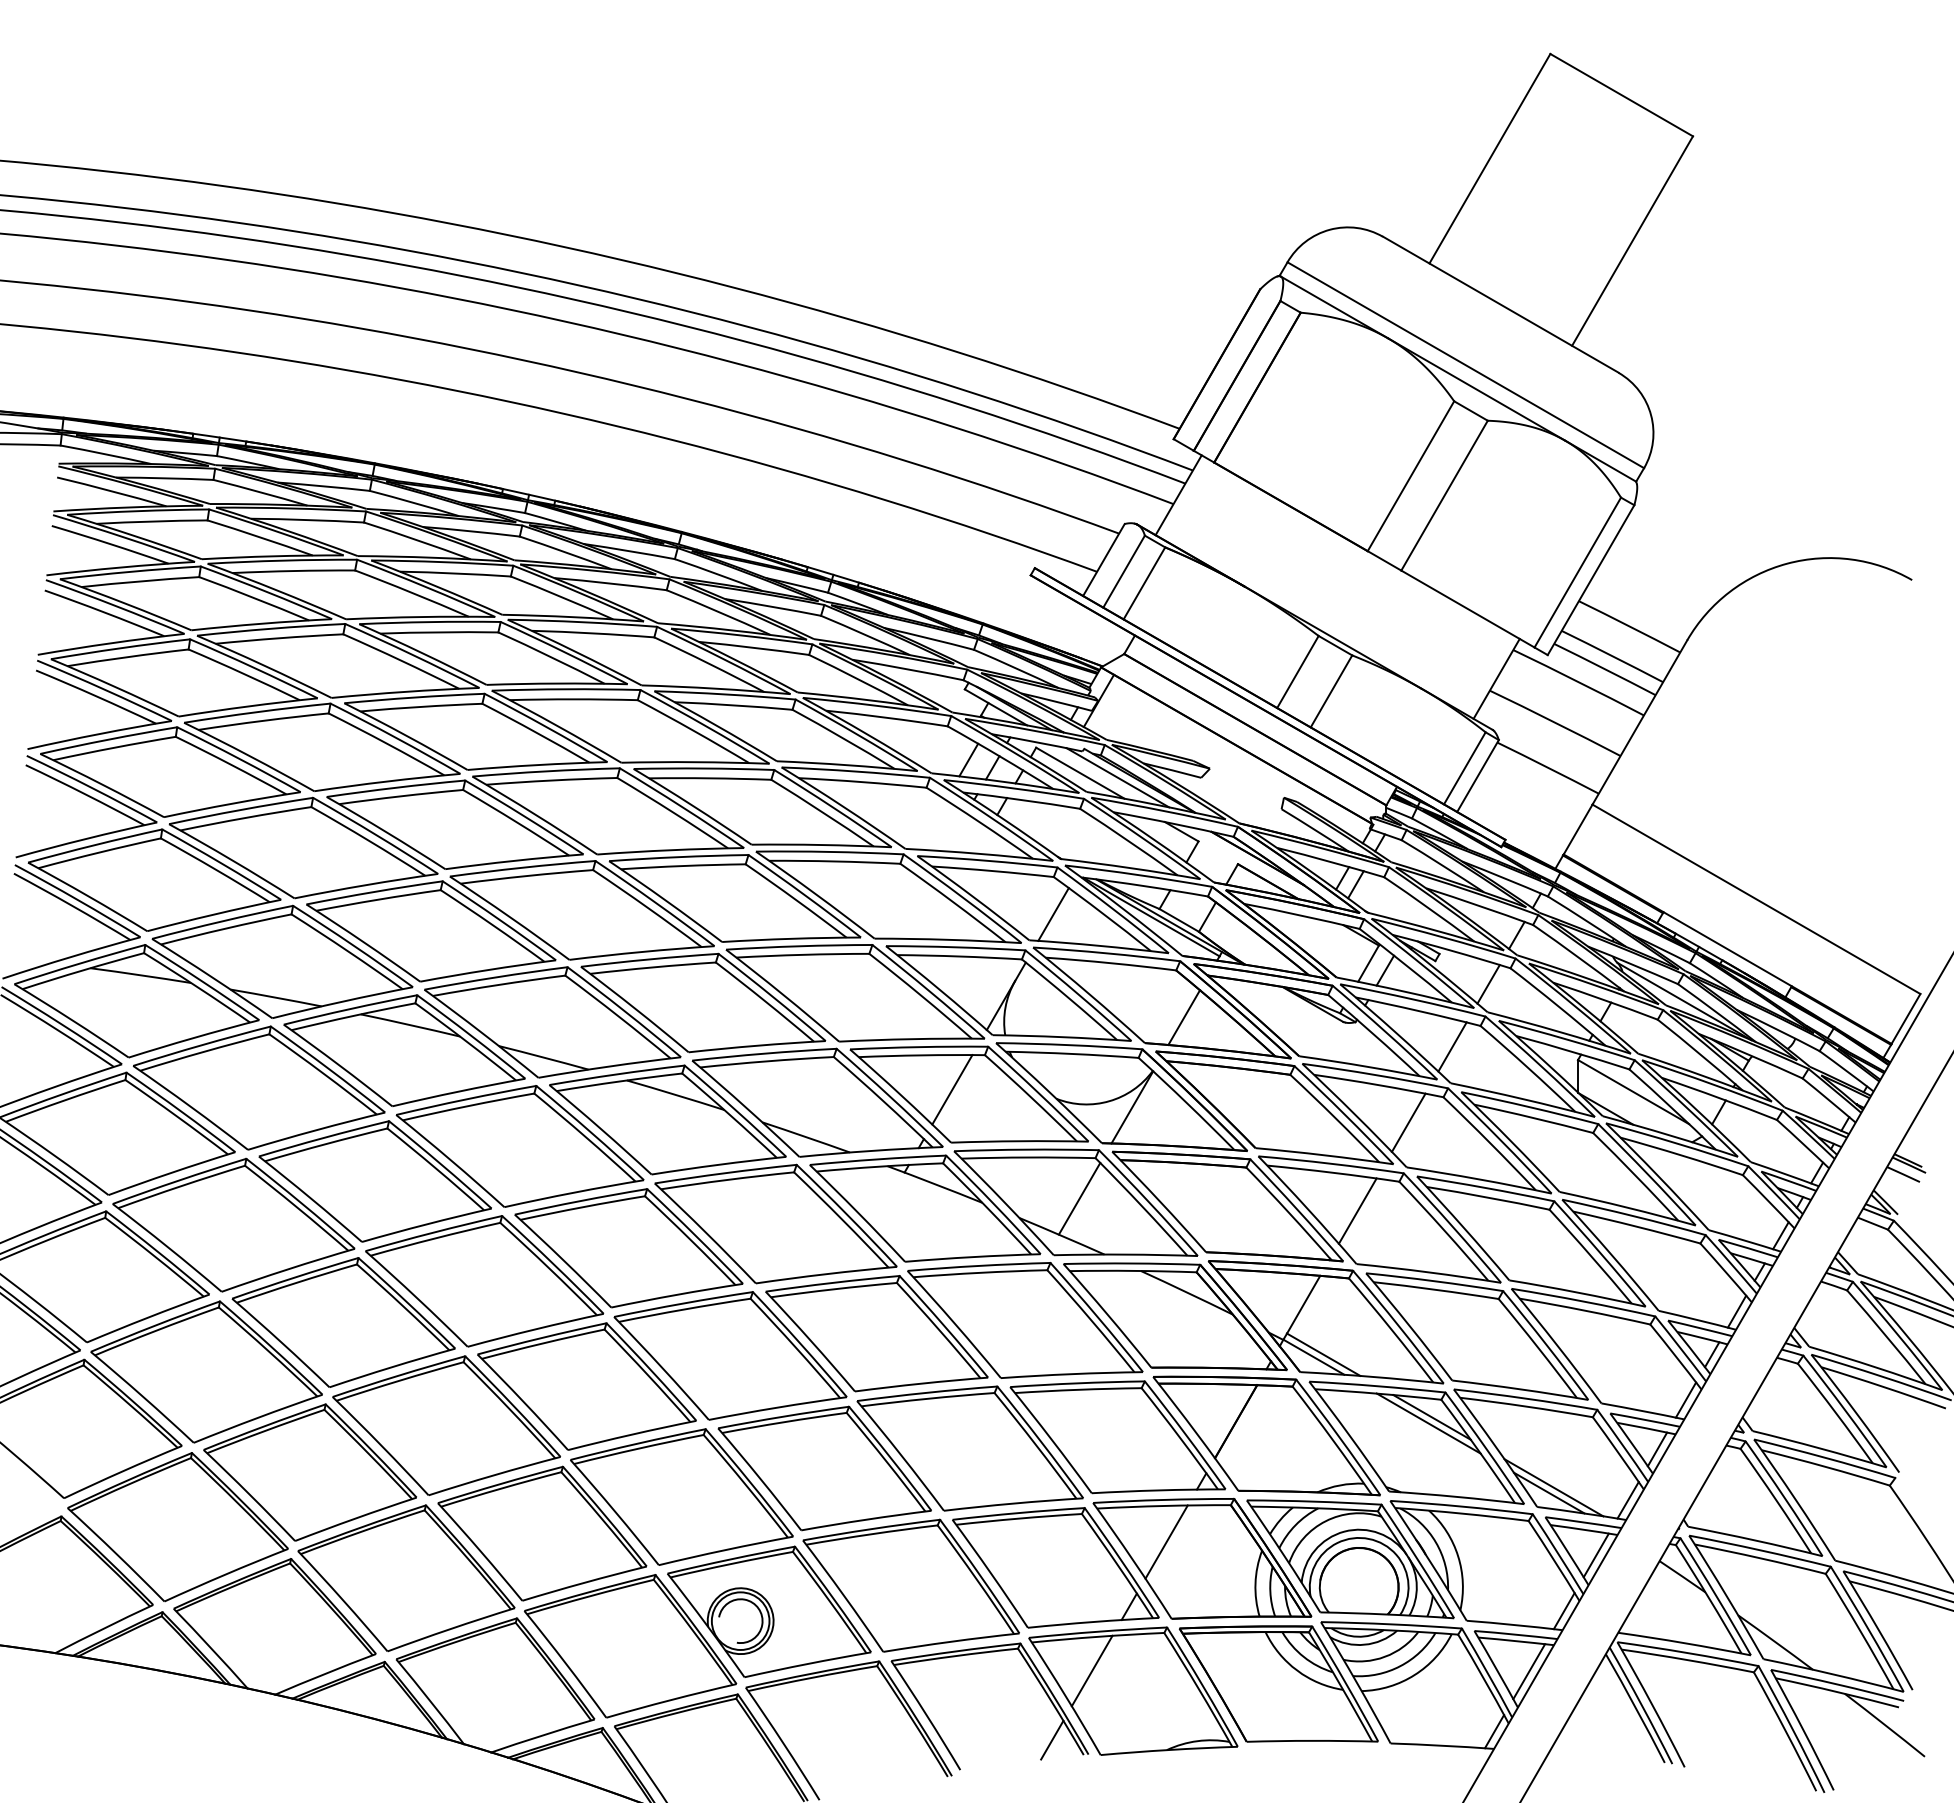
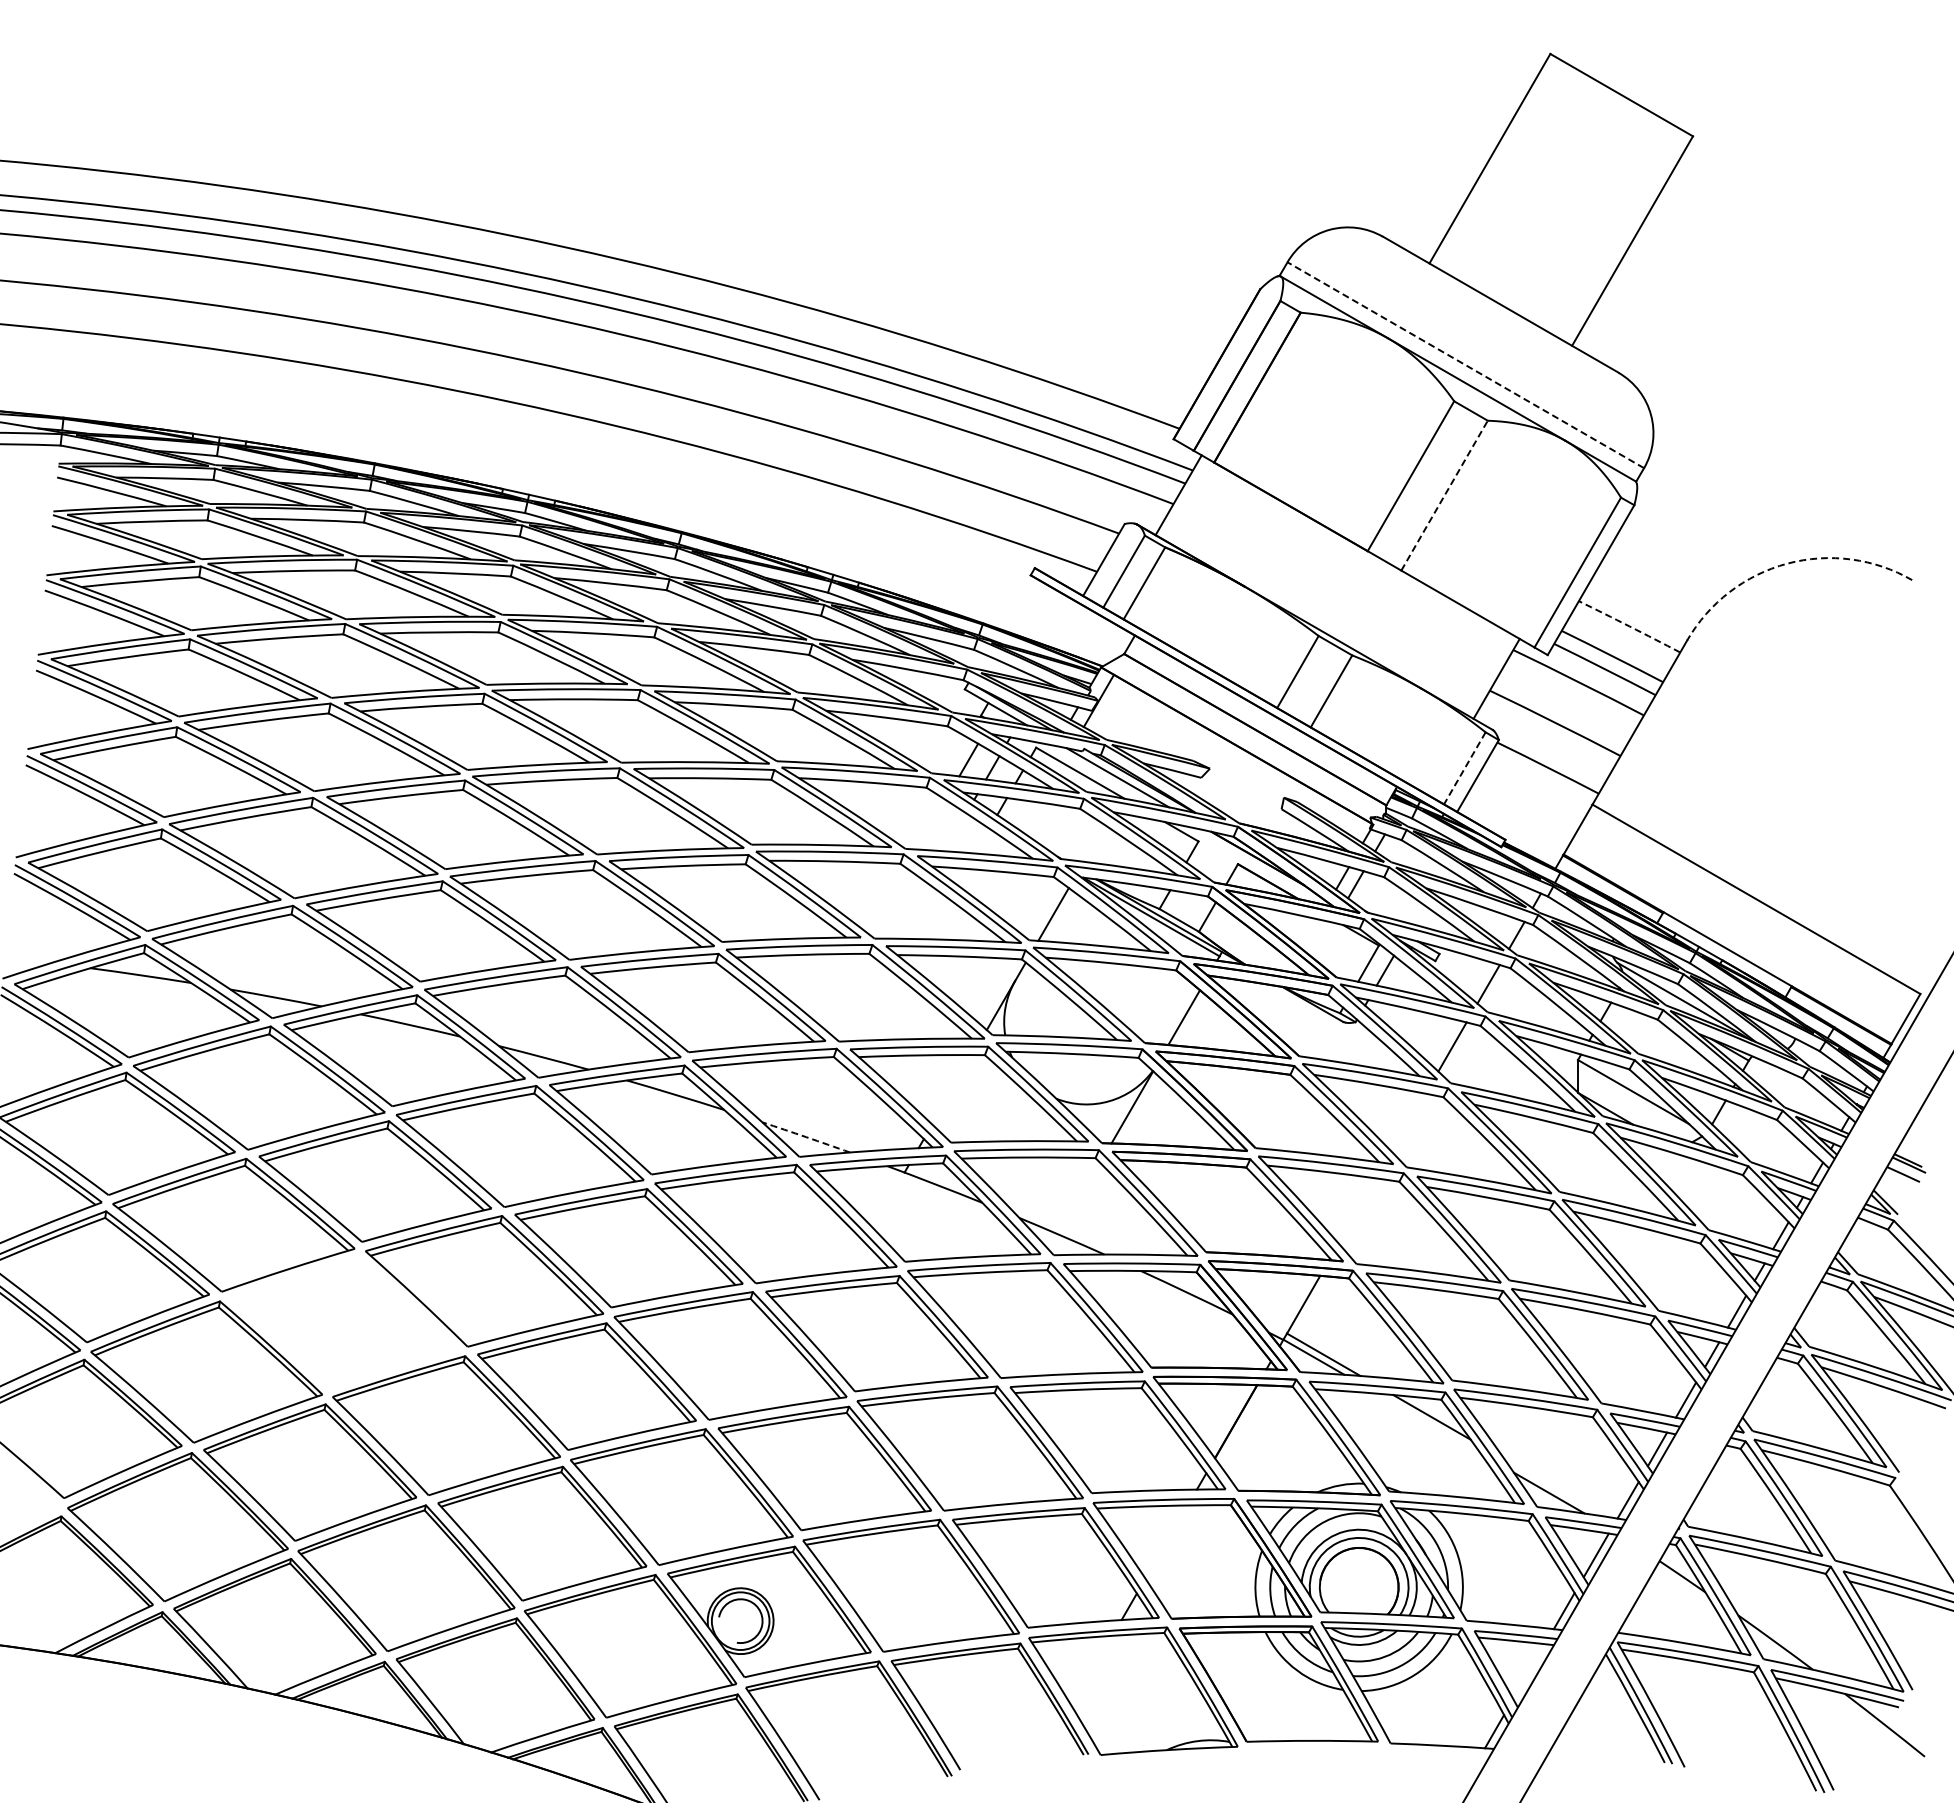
line at (1465, 365): solid -> dashed
line at (1444, 495): solid -> dashed
arc at (1787, 563): solid -> dashed
arc at (1629, 626): solid -> dashed
line at (1464, 768): solid -> dashed
line at (952, 1089): present -> none
line at (1408, 1122): present -> none
arc at (806, 1137): solid -> dashed
line at (1079, 1198): present -> none
line at (1357, 1210): present -> none
part at (343, 1322): present -> none
line at (1428, 1423): present -> none
line at (1553, 1487): present -> none
line at (1166, 1541): present -> none
line at (1091, 1670): present -> none
line at (1529, 1671): present -> none
line at (1052, 1739): present -> none
